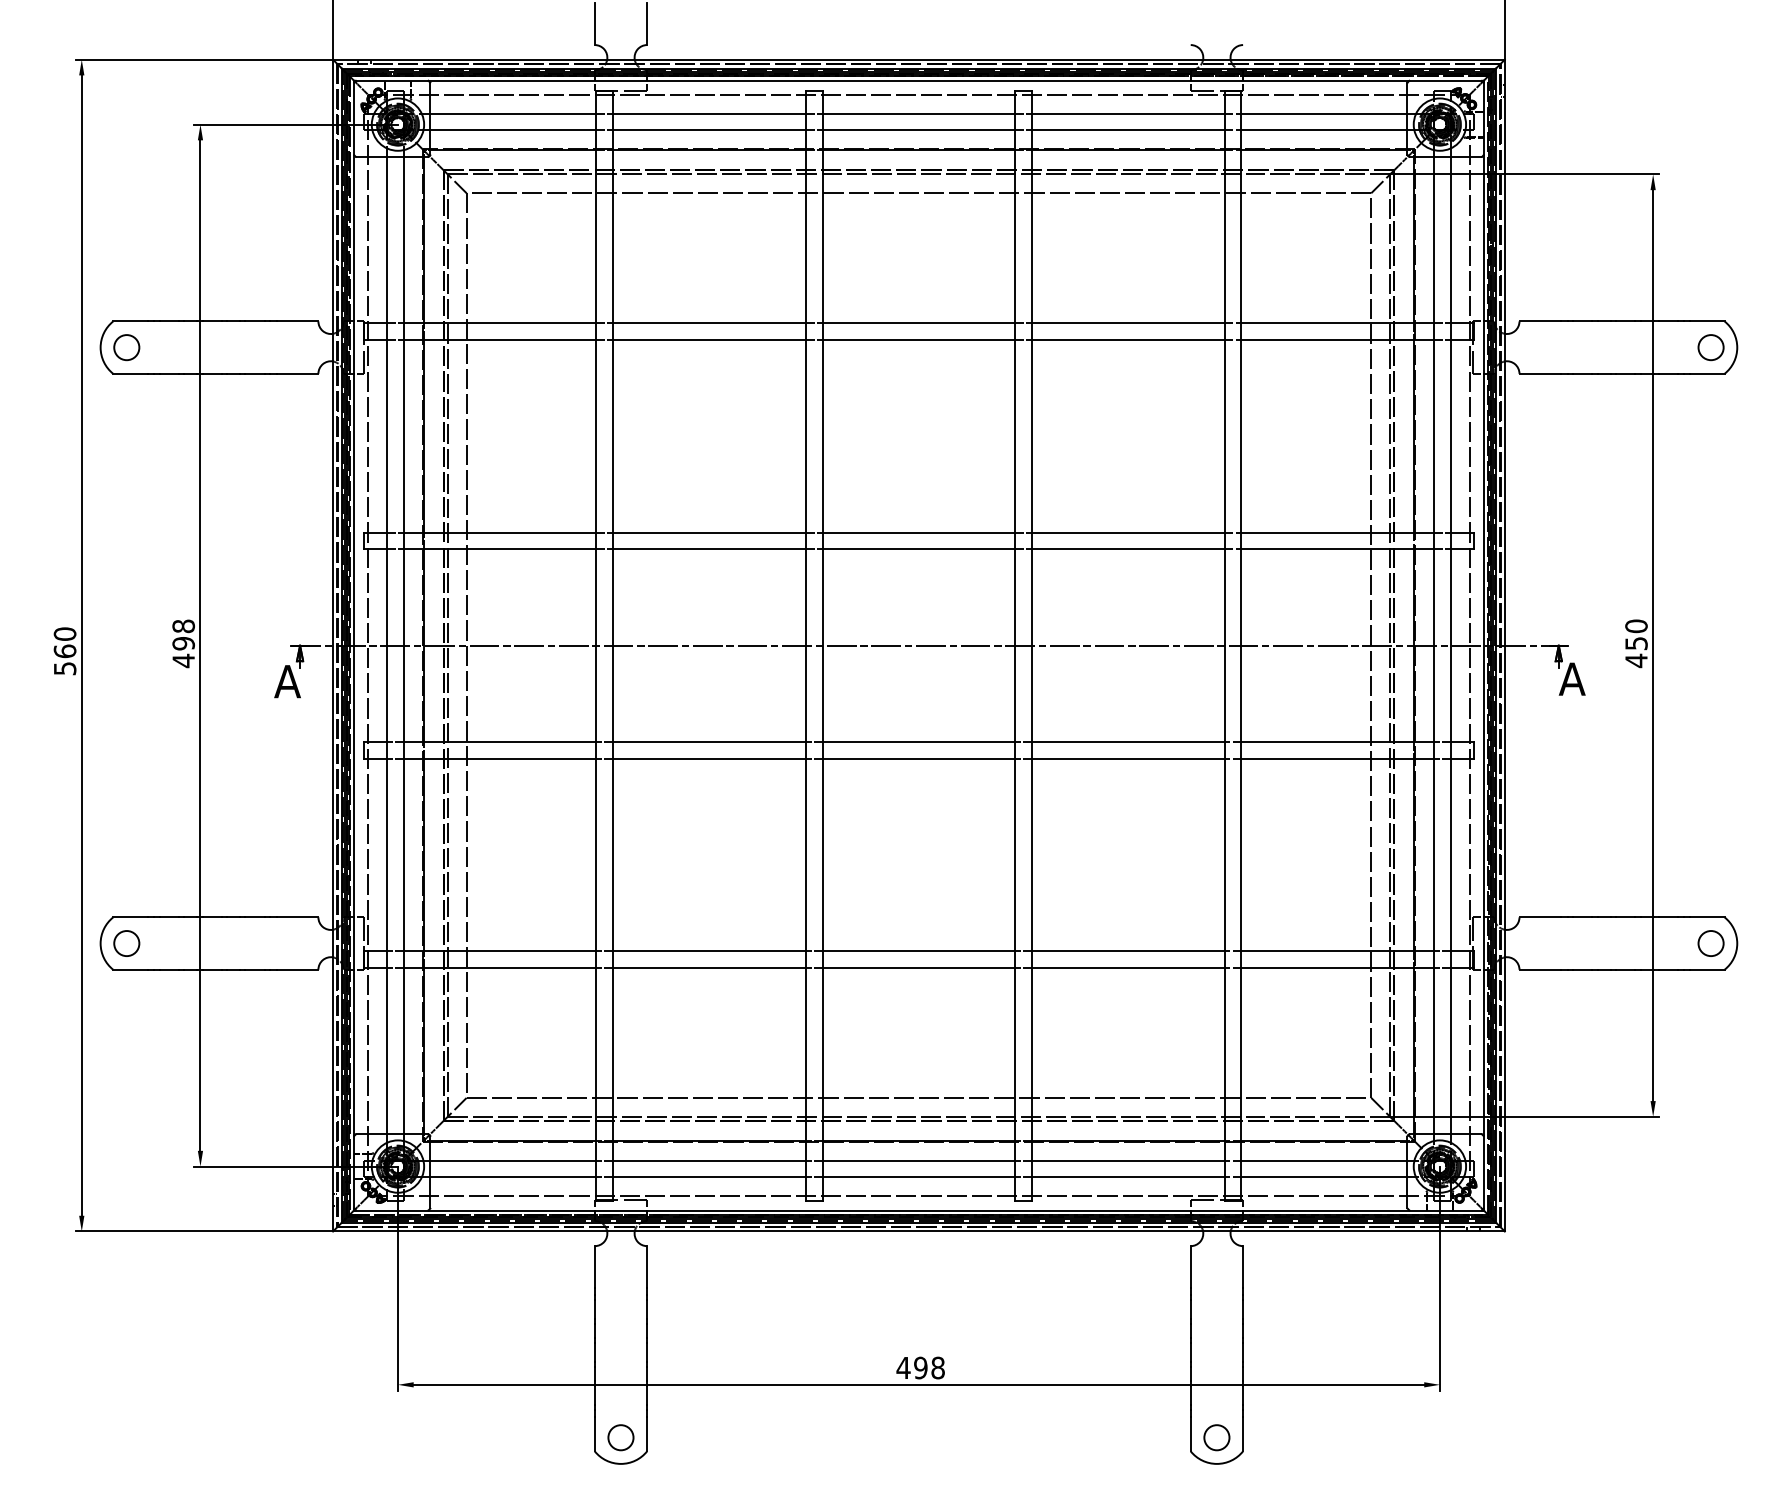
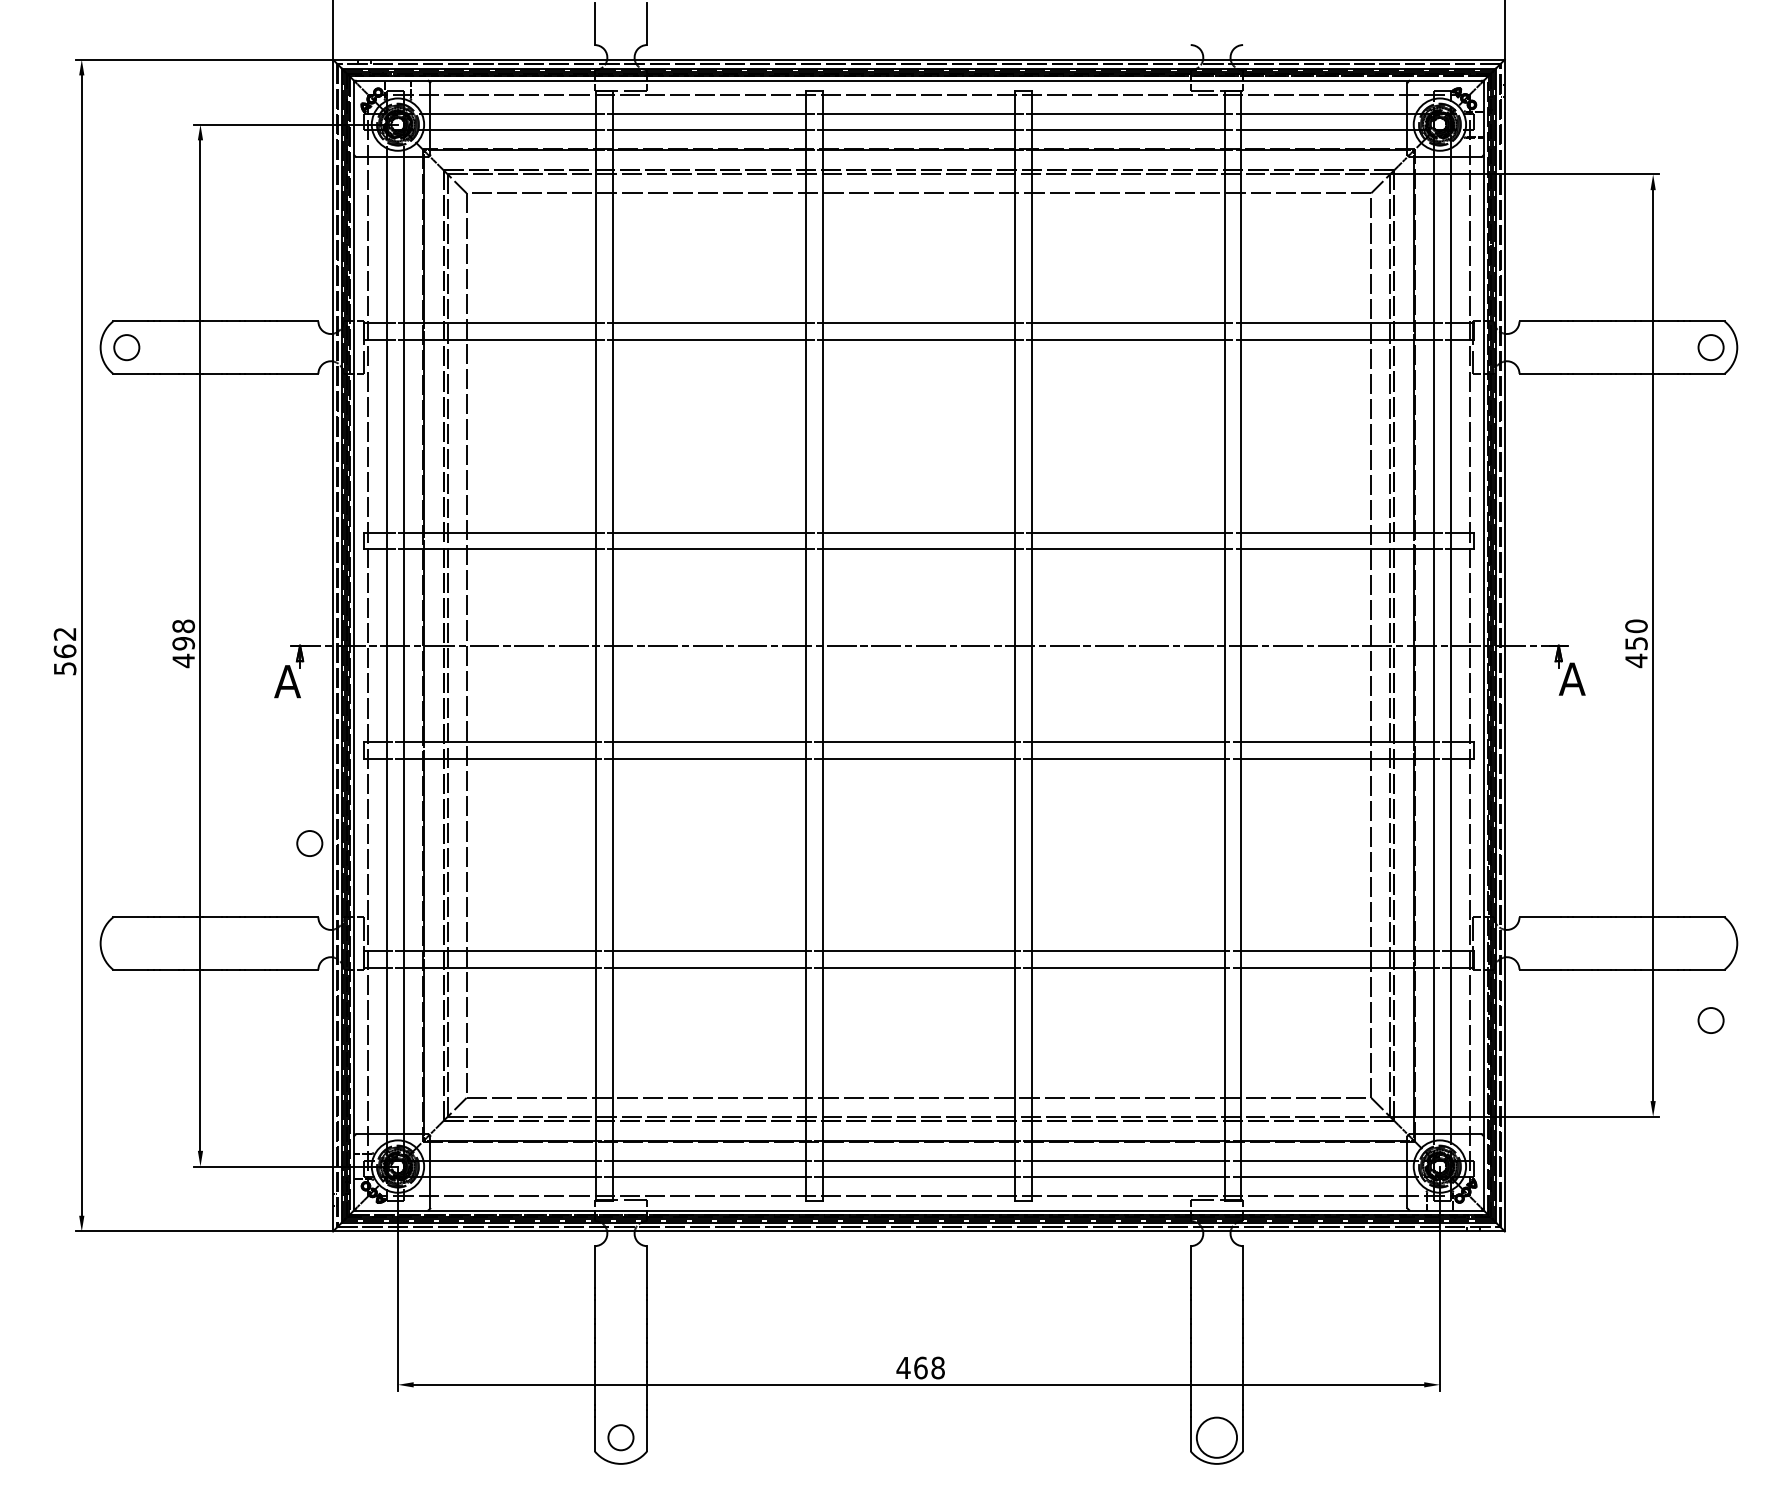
text at (64, 633): 560 -> 562
circle at (126, 943) position: (126, 943) -> (309, 843)
circle at (1710, 943) position: (1710, 943) -> (1710, 1020)
text at (920, 1367): 498 -> 468
circle at (1216, 1437) diameter: 25 px -> 40 px
